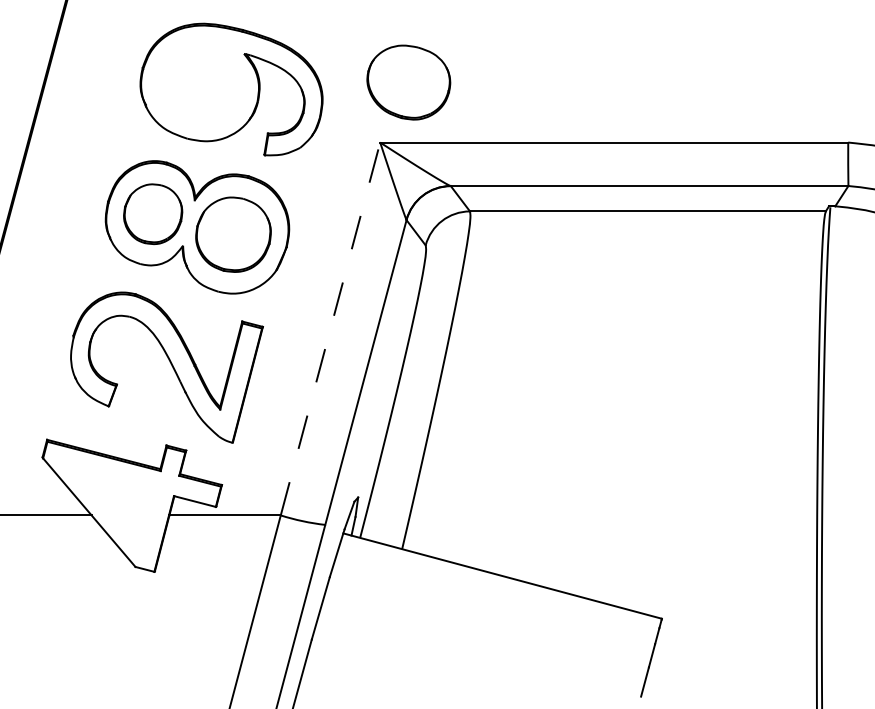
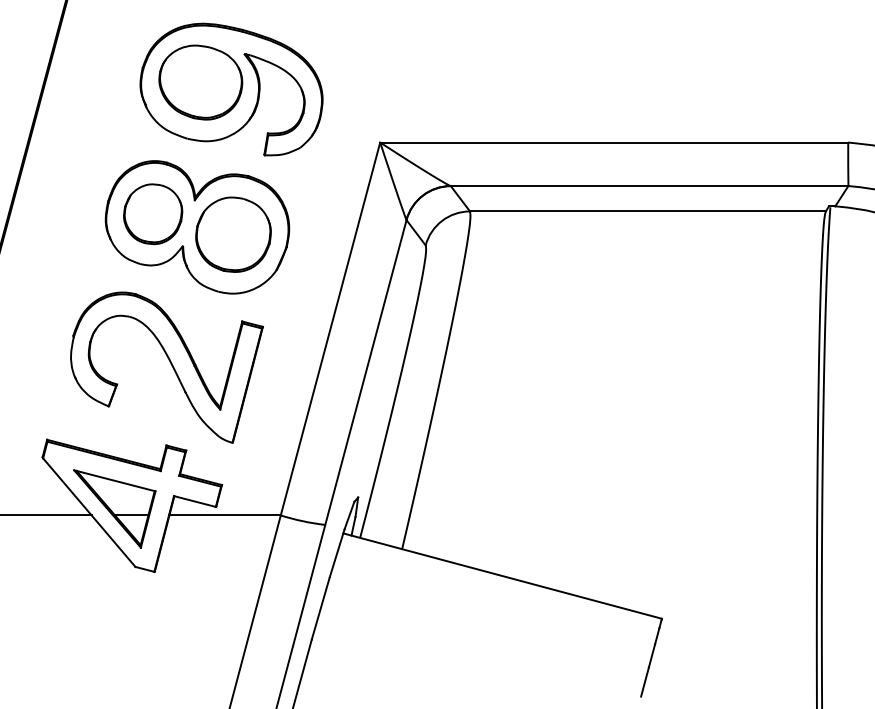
part at (408, 82) position: (408, 82) -> (200, 82)
line at (330, 328): dashed -> solid
part at (114, 508): none -> present
